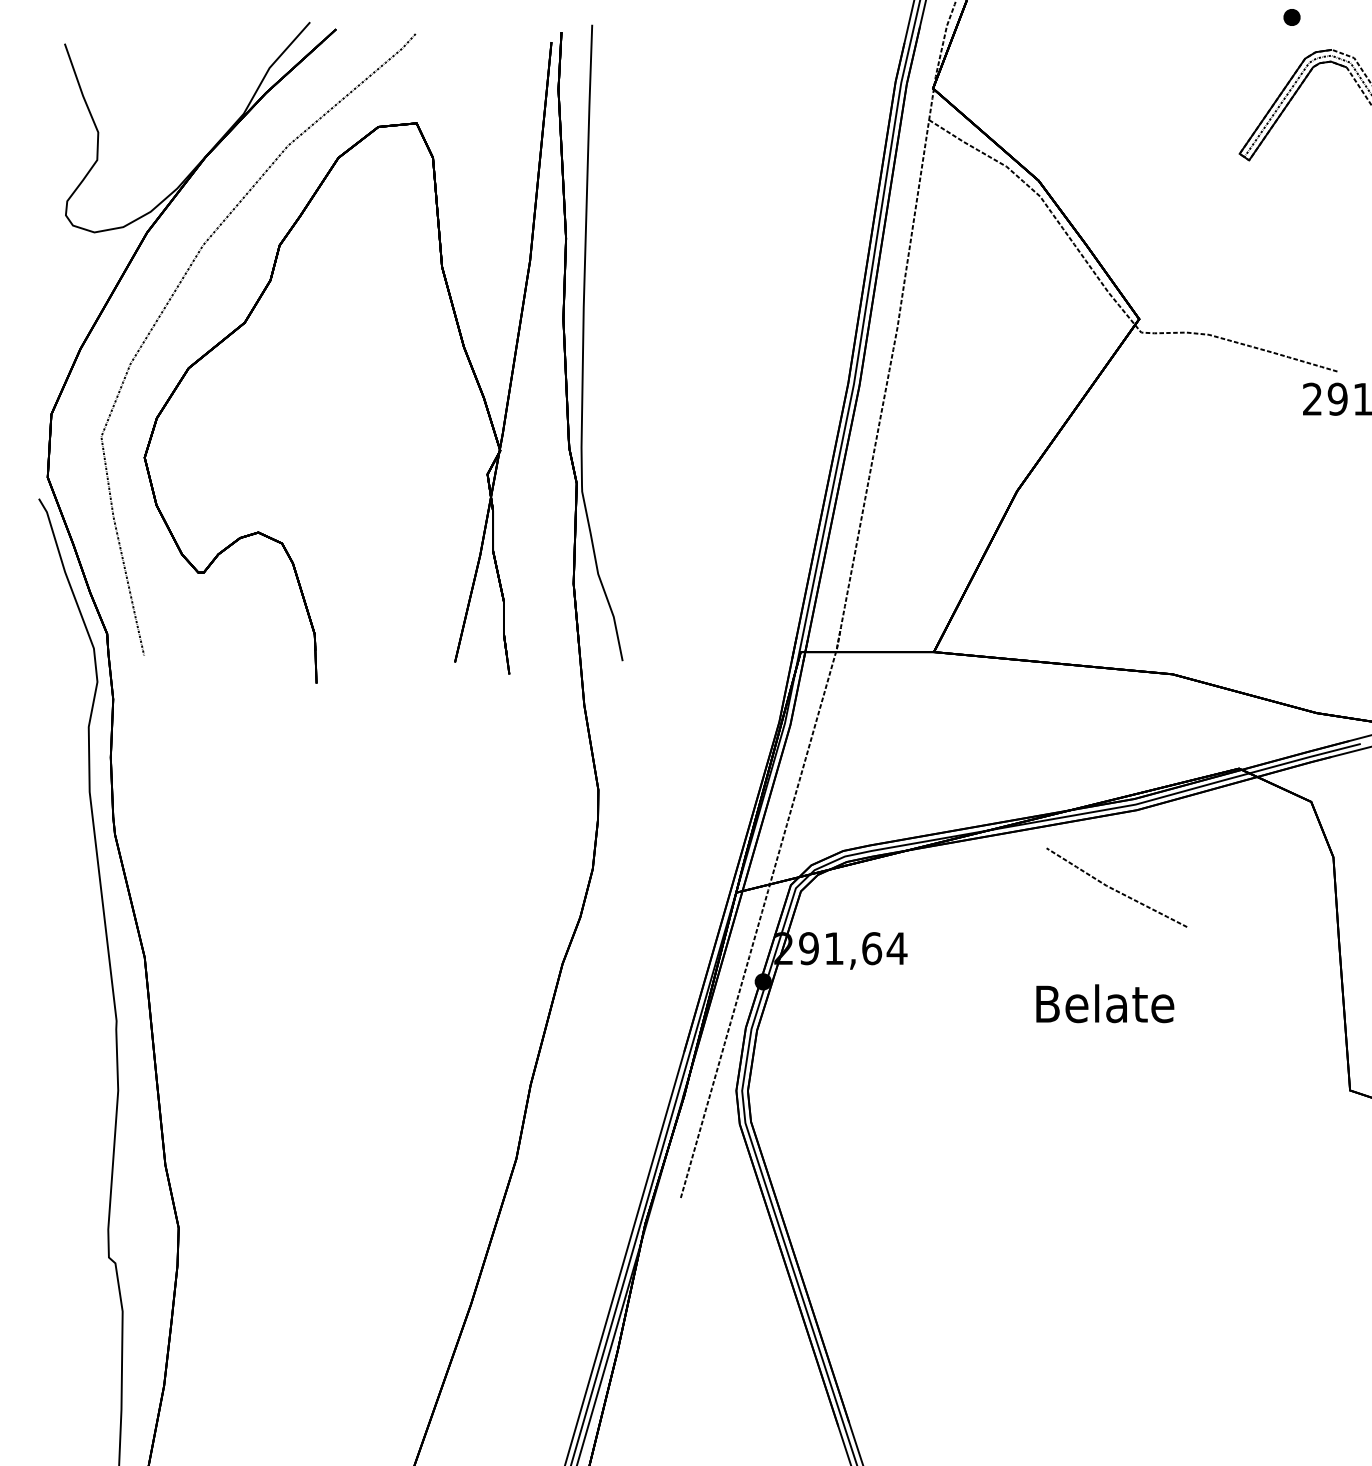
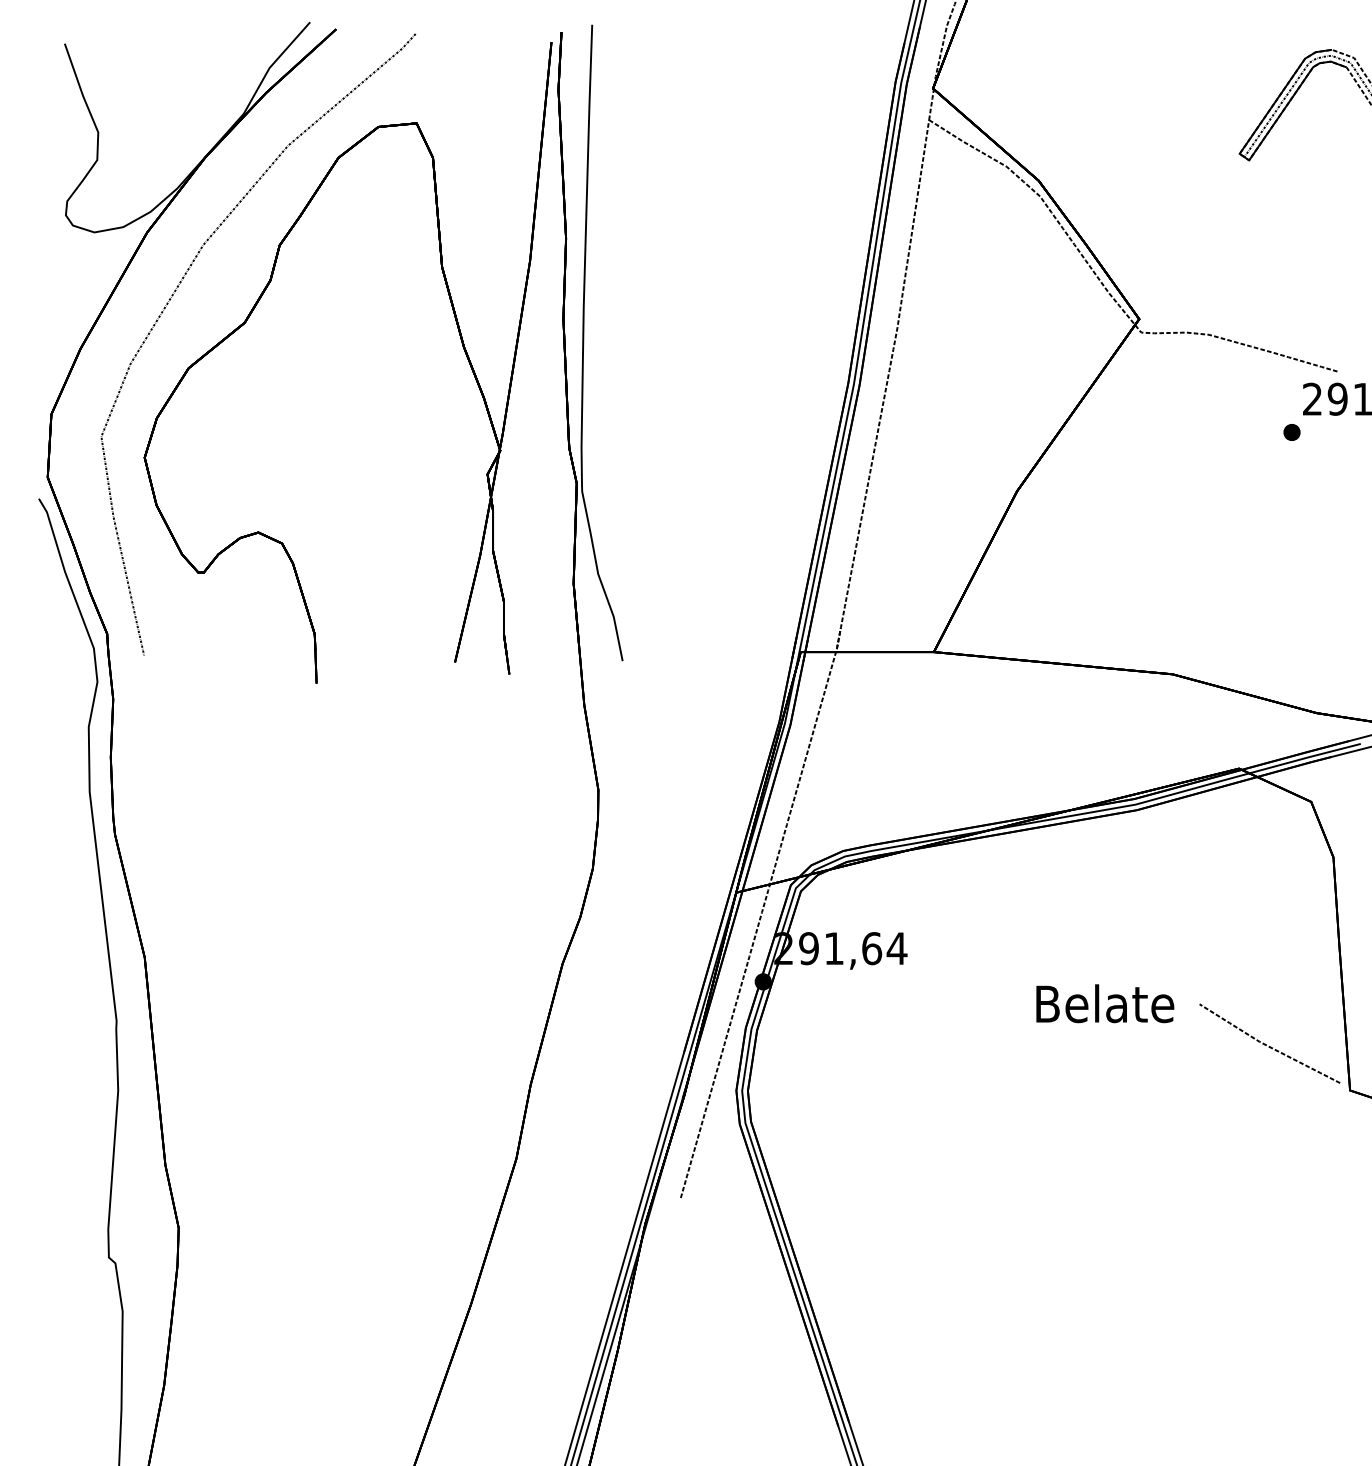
part at (1291, 17) position: (1291, 17) -> (1291, 432)
curve at (1116, 889) position: (1116, 889) -> (1269, 1045)
